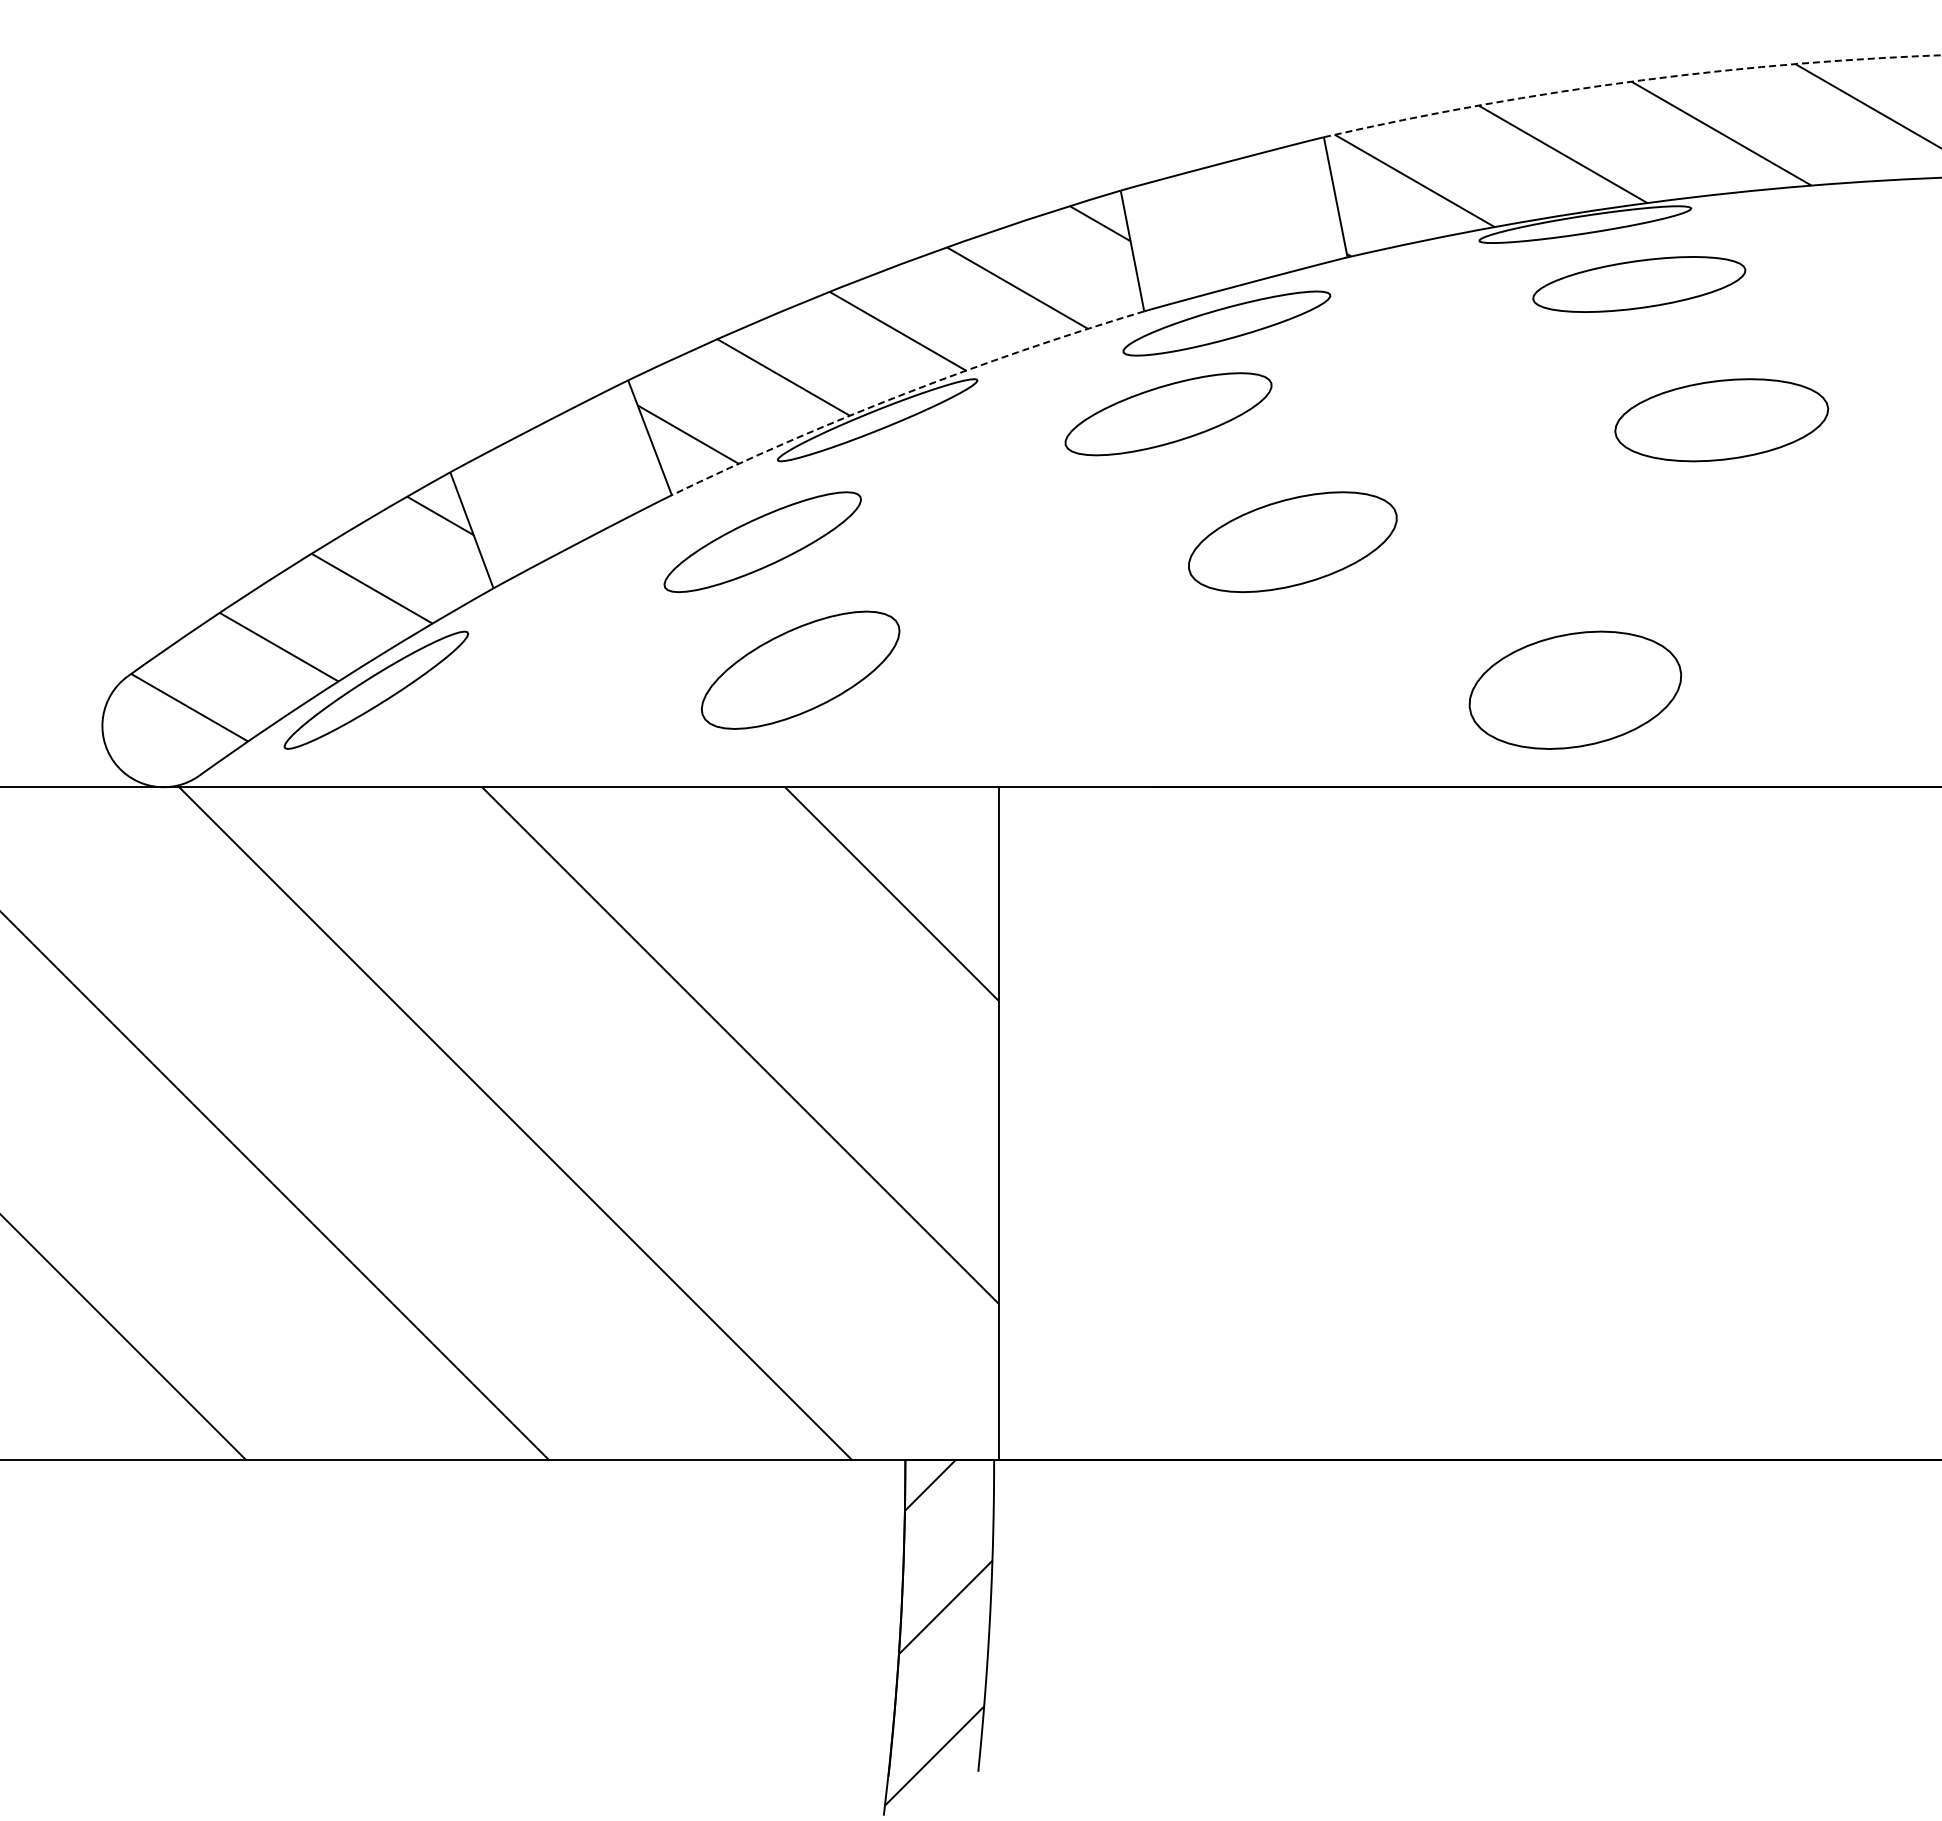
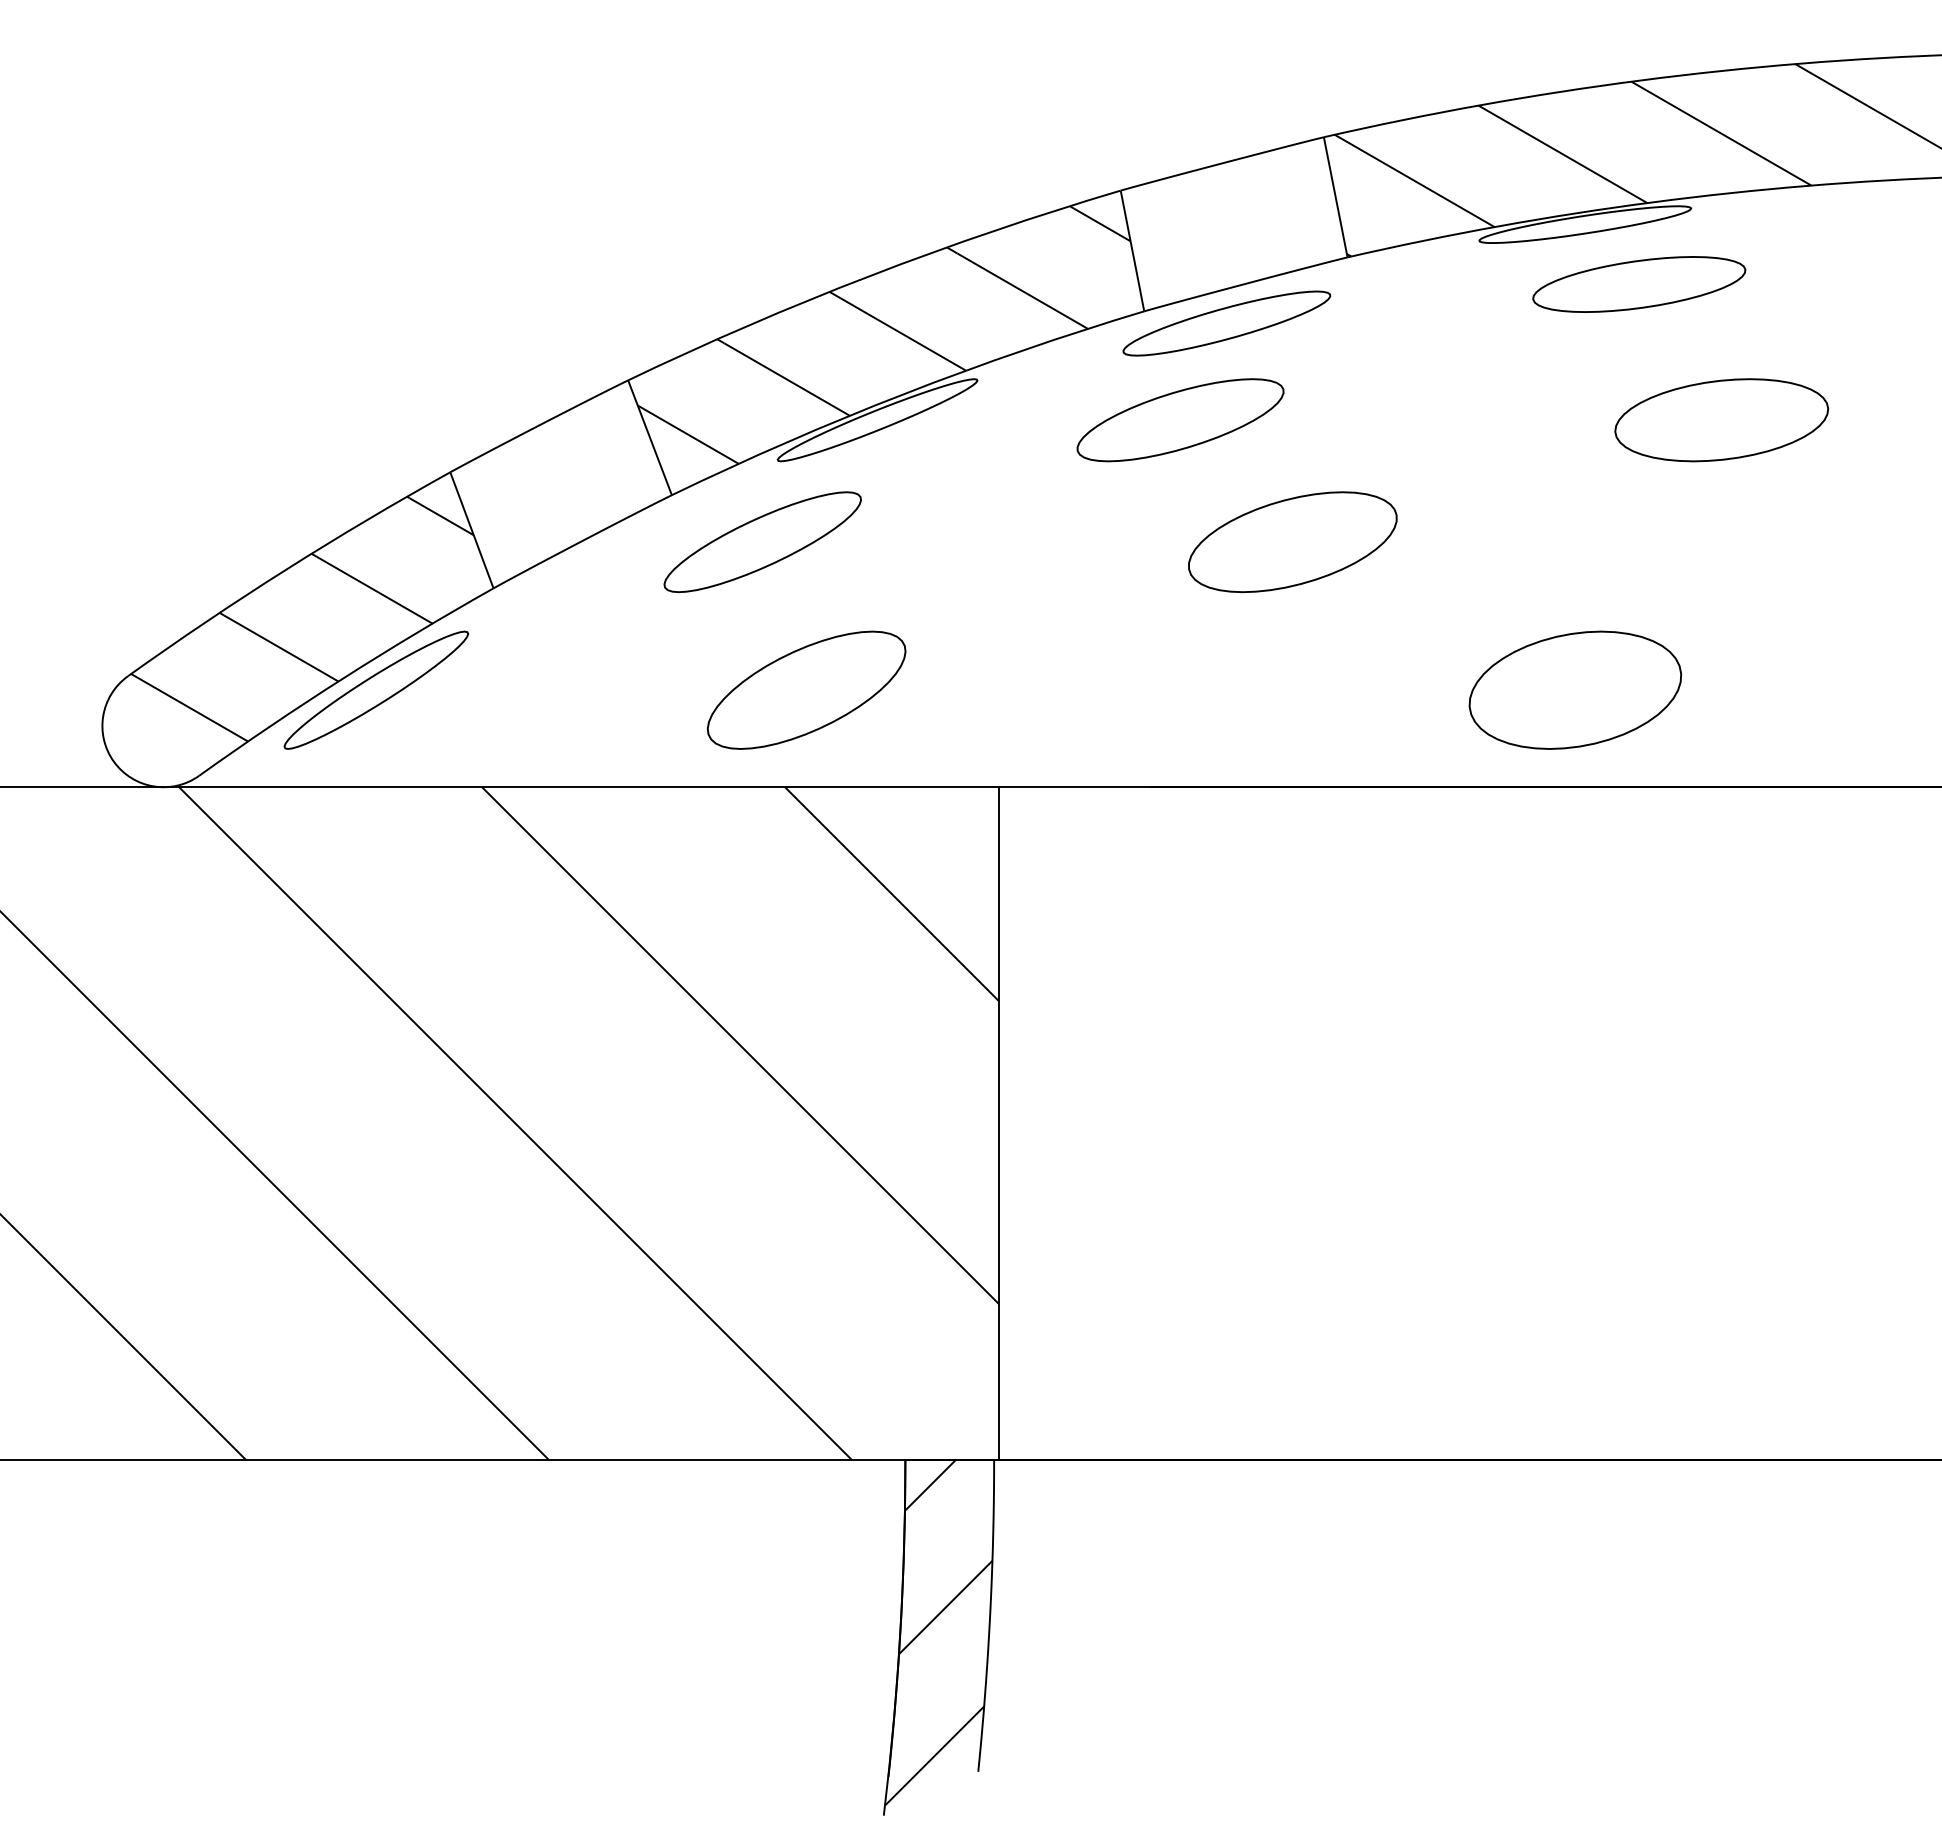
arc at (1630, 81): dashed -> solid
arc at (904, 393): dashed -> solid
part at (1168, 414) position: (1168, 414) -> (1180, 420)
part at (800, 669) position: (800, 669) -> (806, 689)
